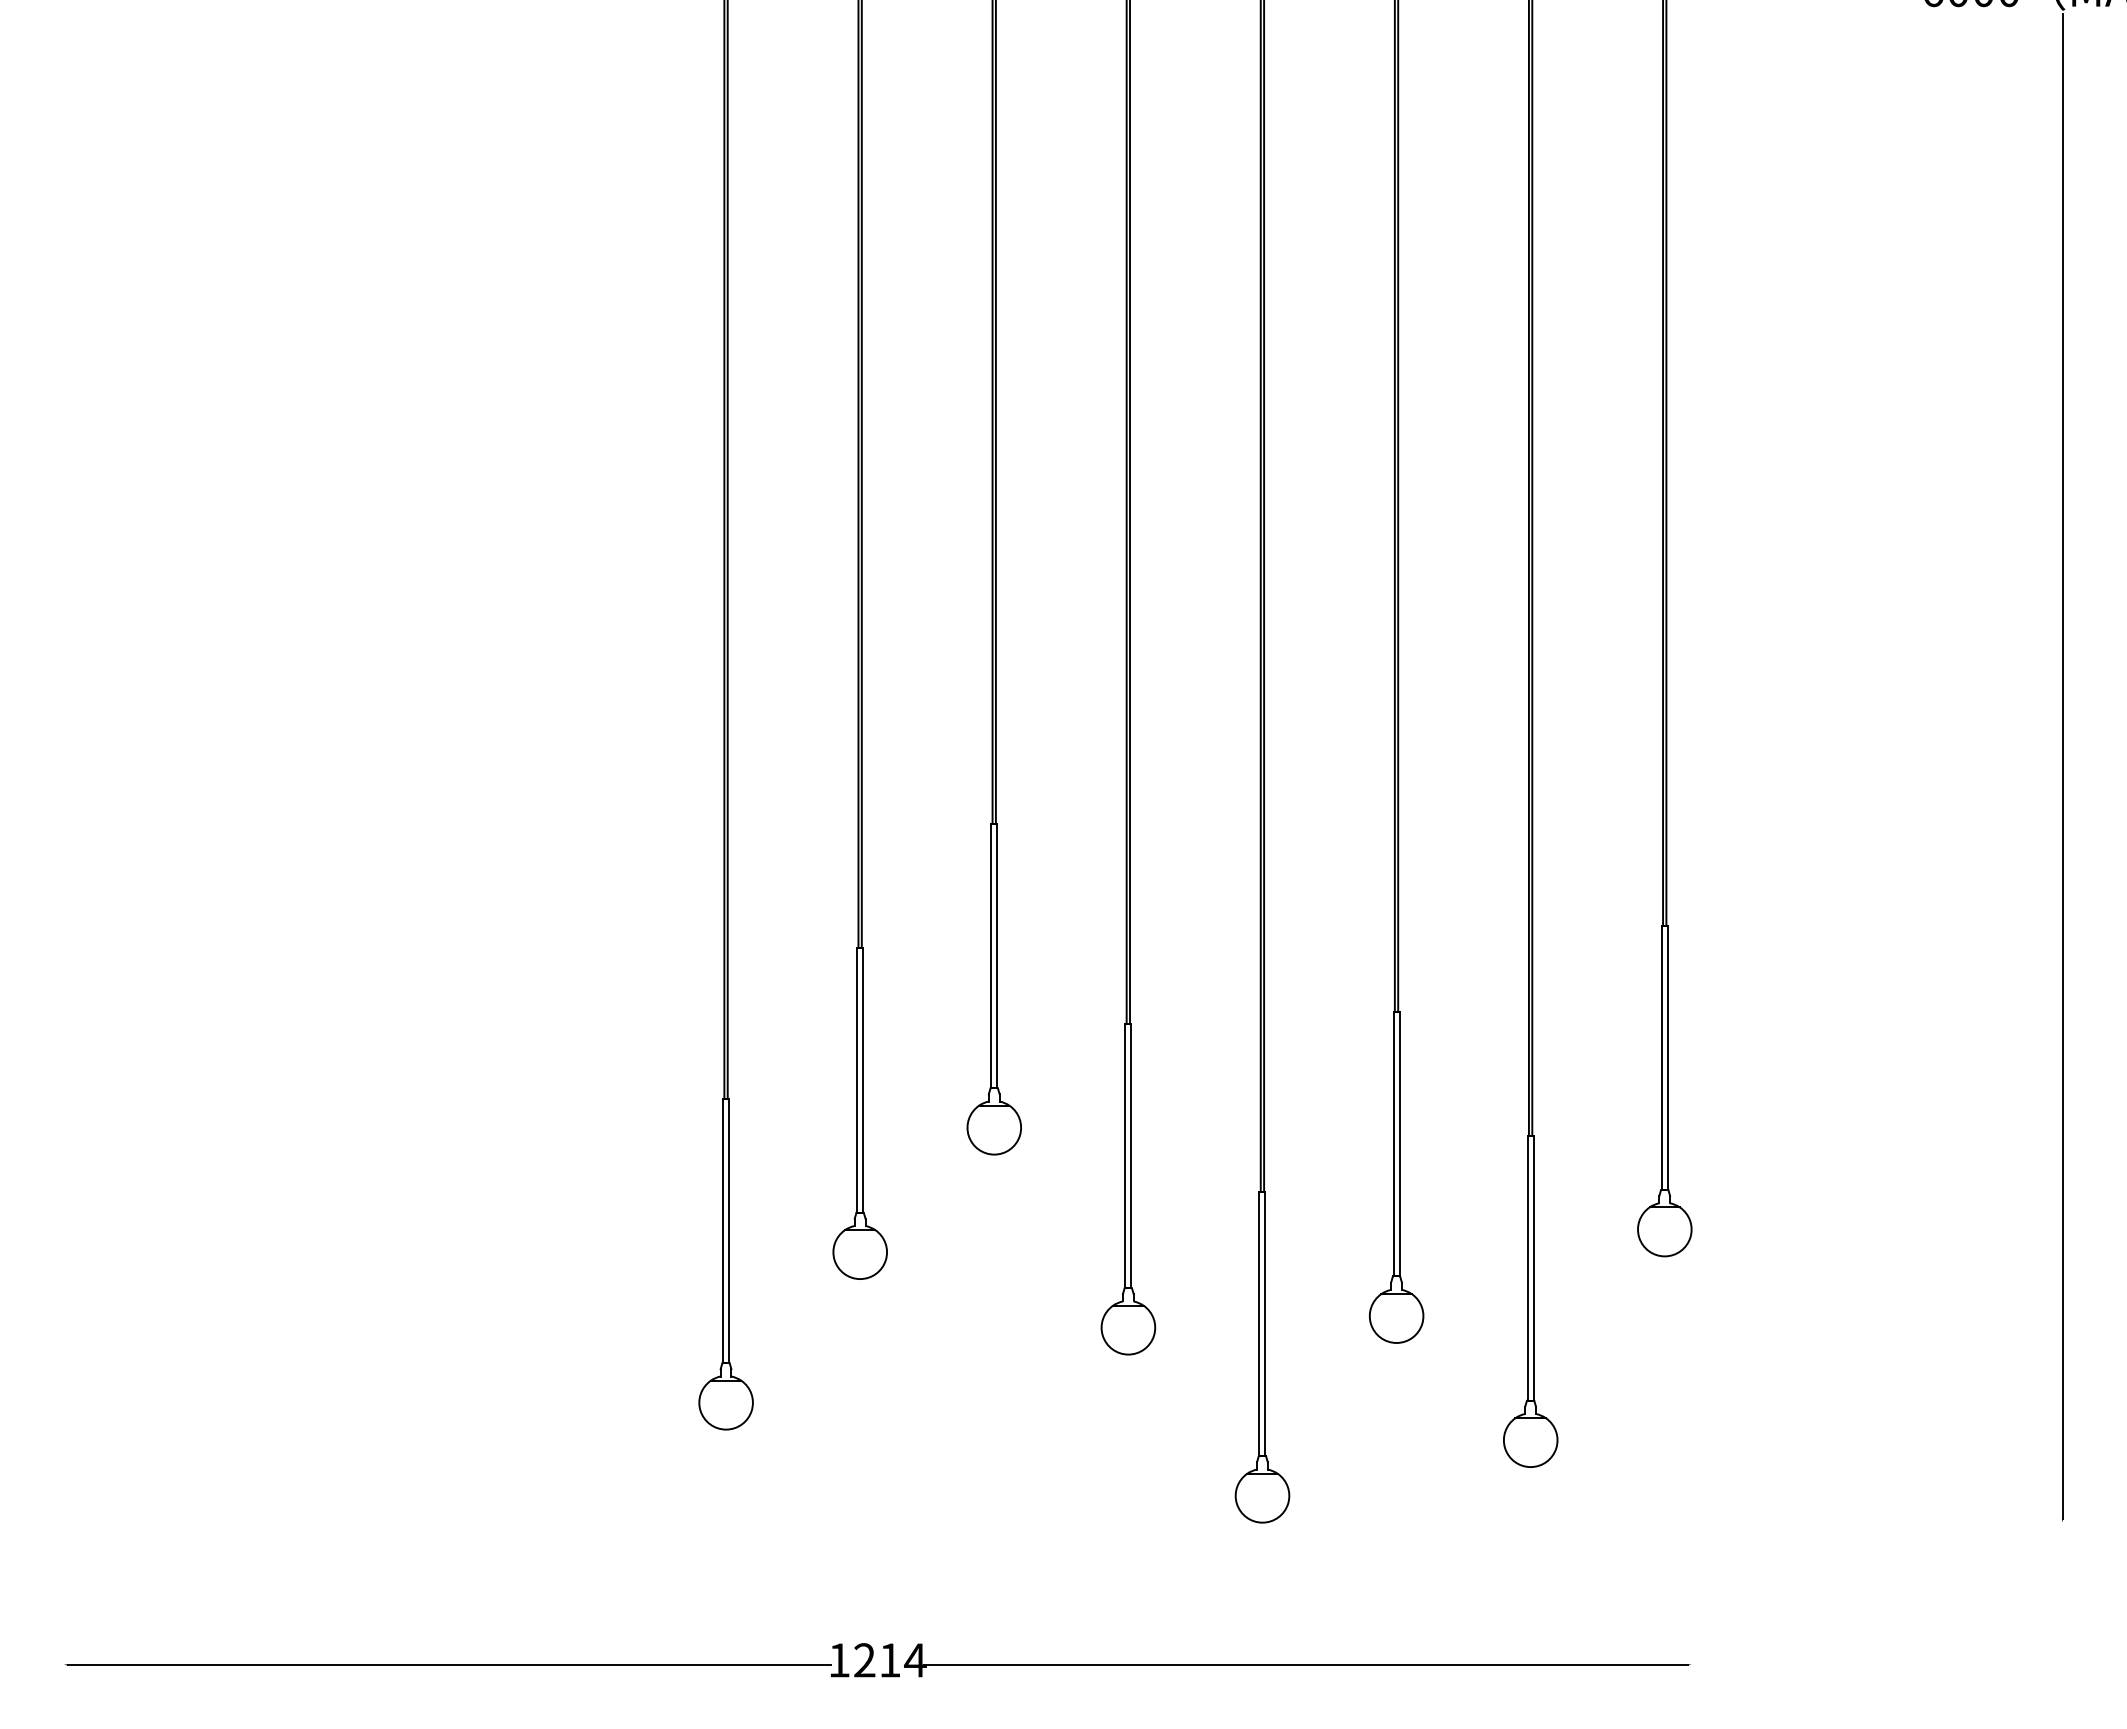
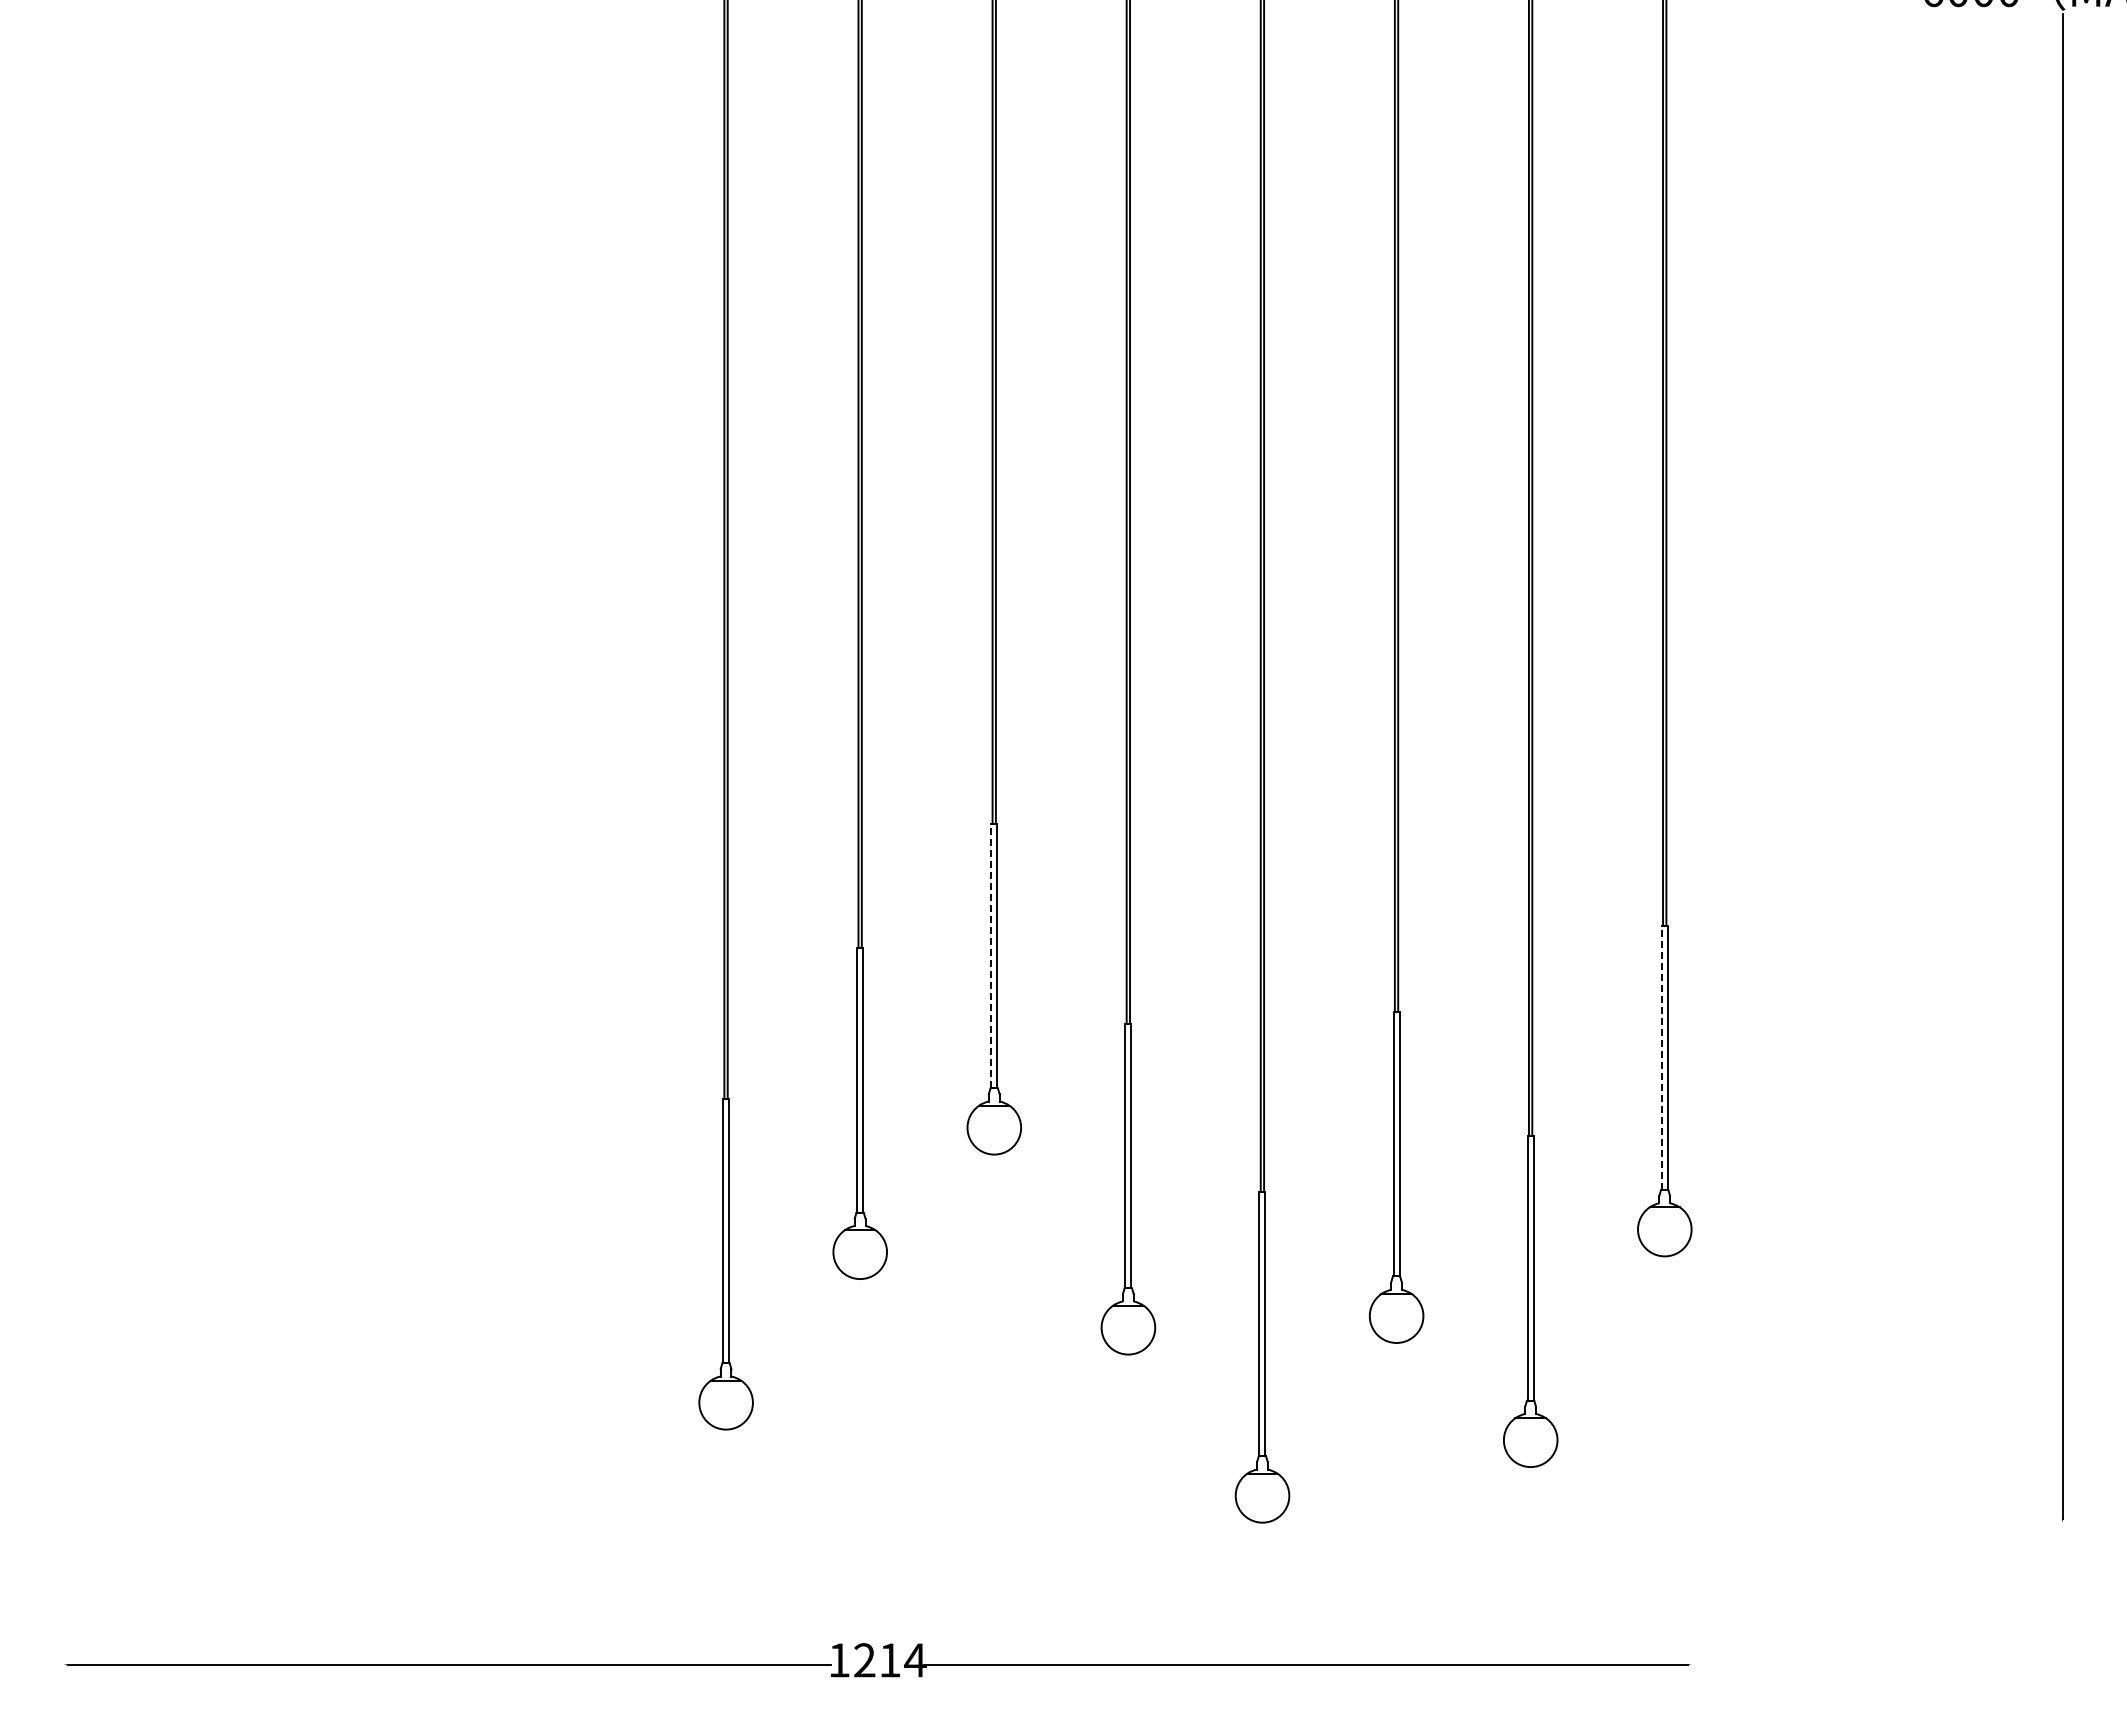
line at (991, 955): solid -> dashed
line at (1661, 1057): solid -> dashed
